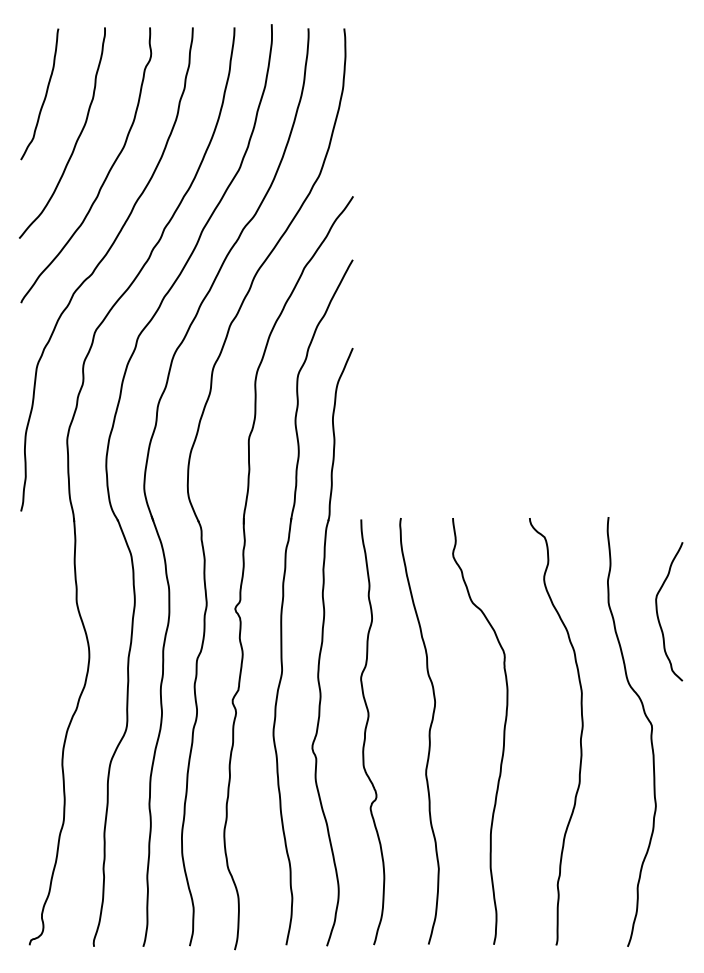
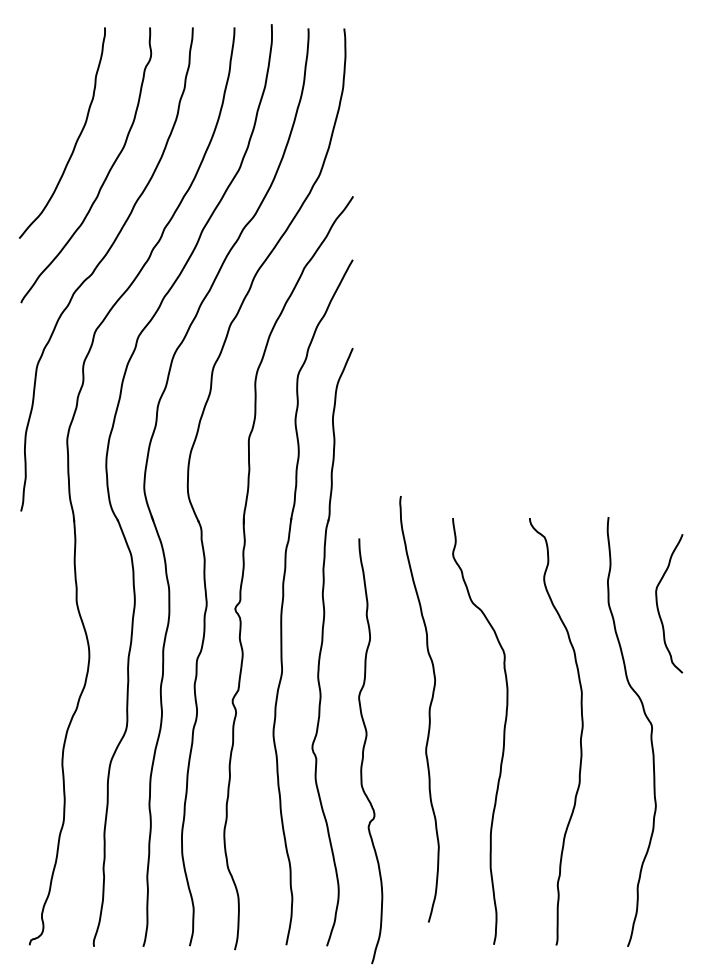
curve at (44, 96): present -> none
curve at (658, 613) position: (658, 613) -> (658, 605)
curve at (366, 731) position: (366, 731) -> (364, 750)
curve at (428, 731) position: (428, 731) -> (428, 709)
